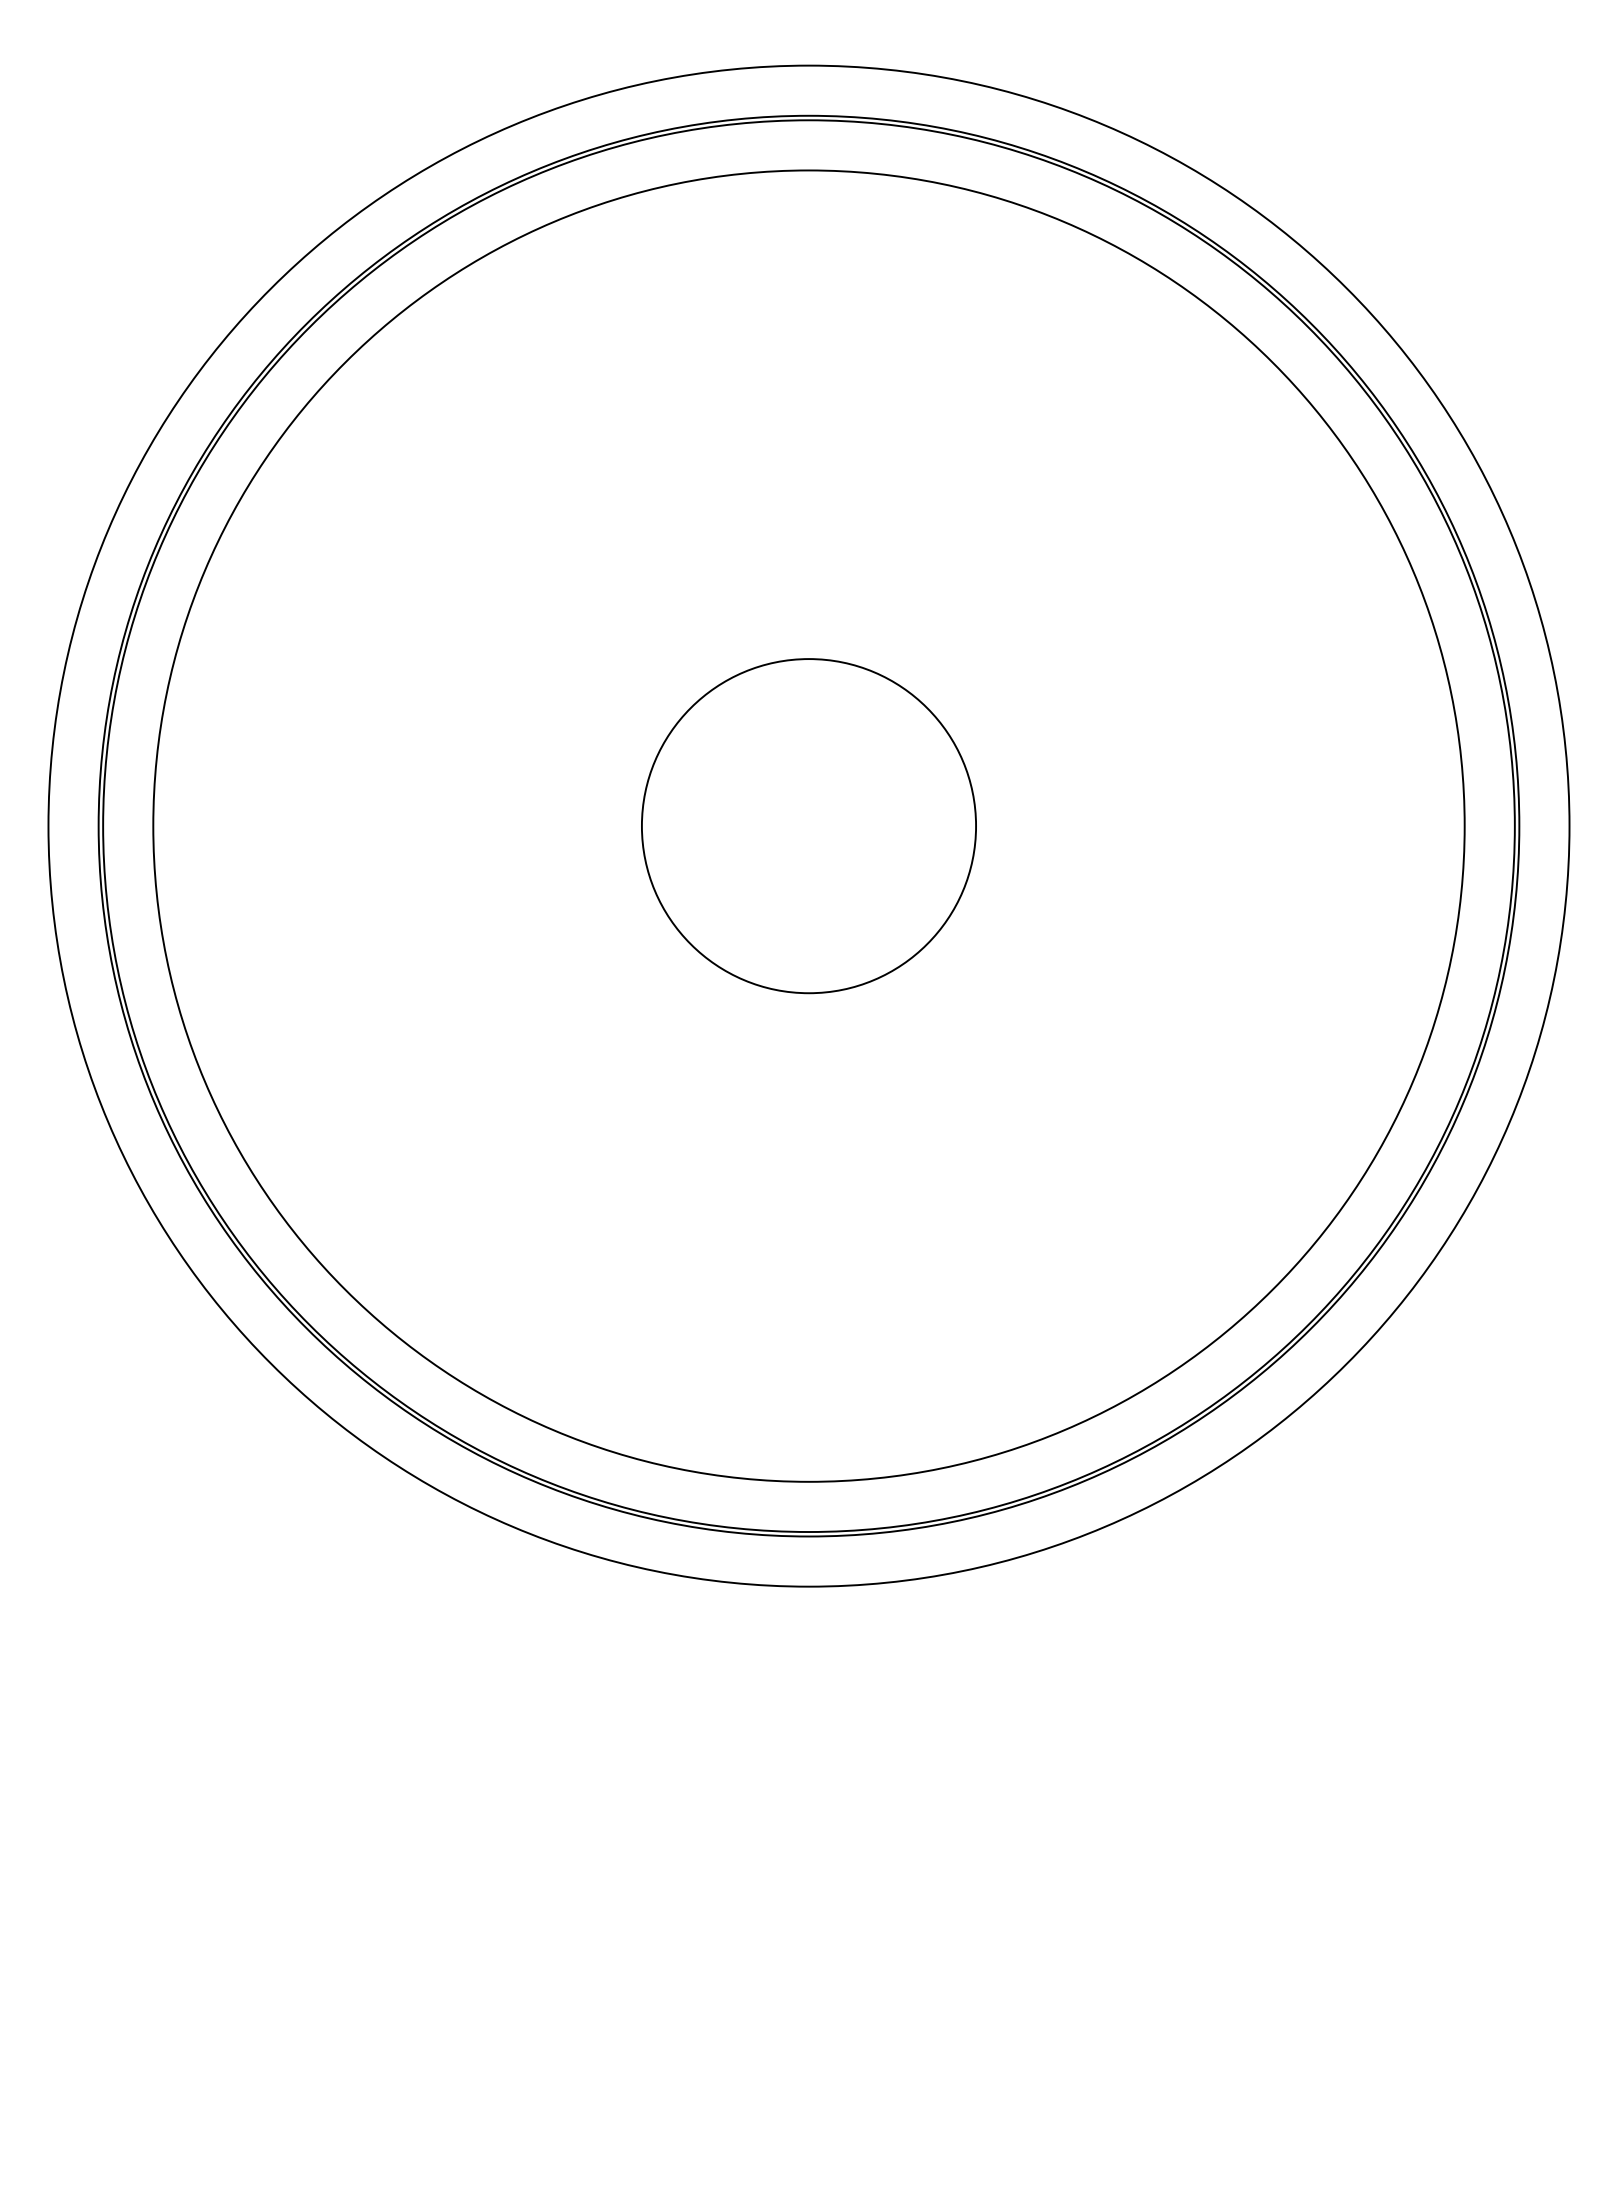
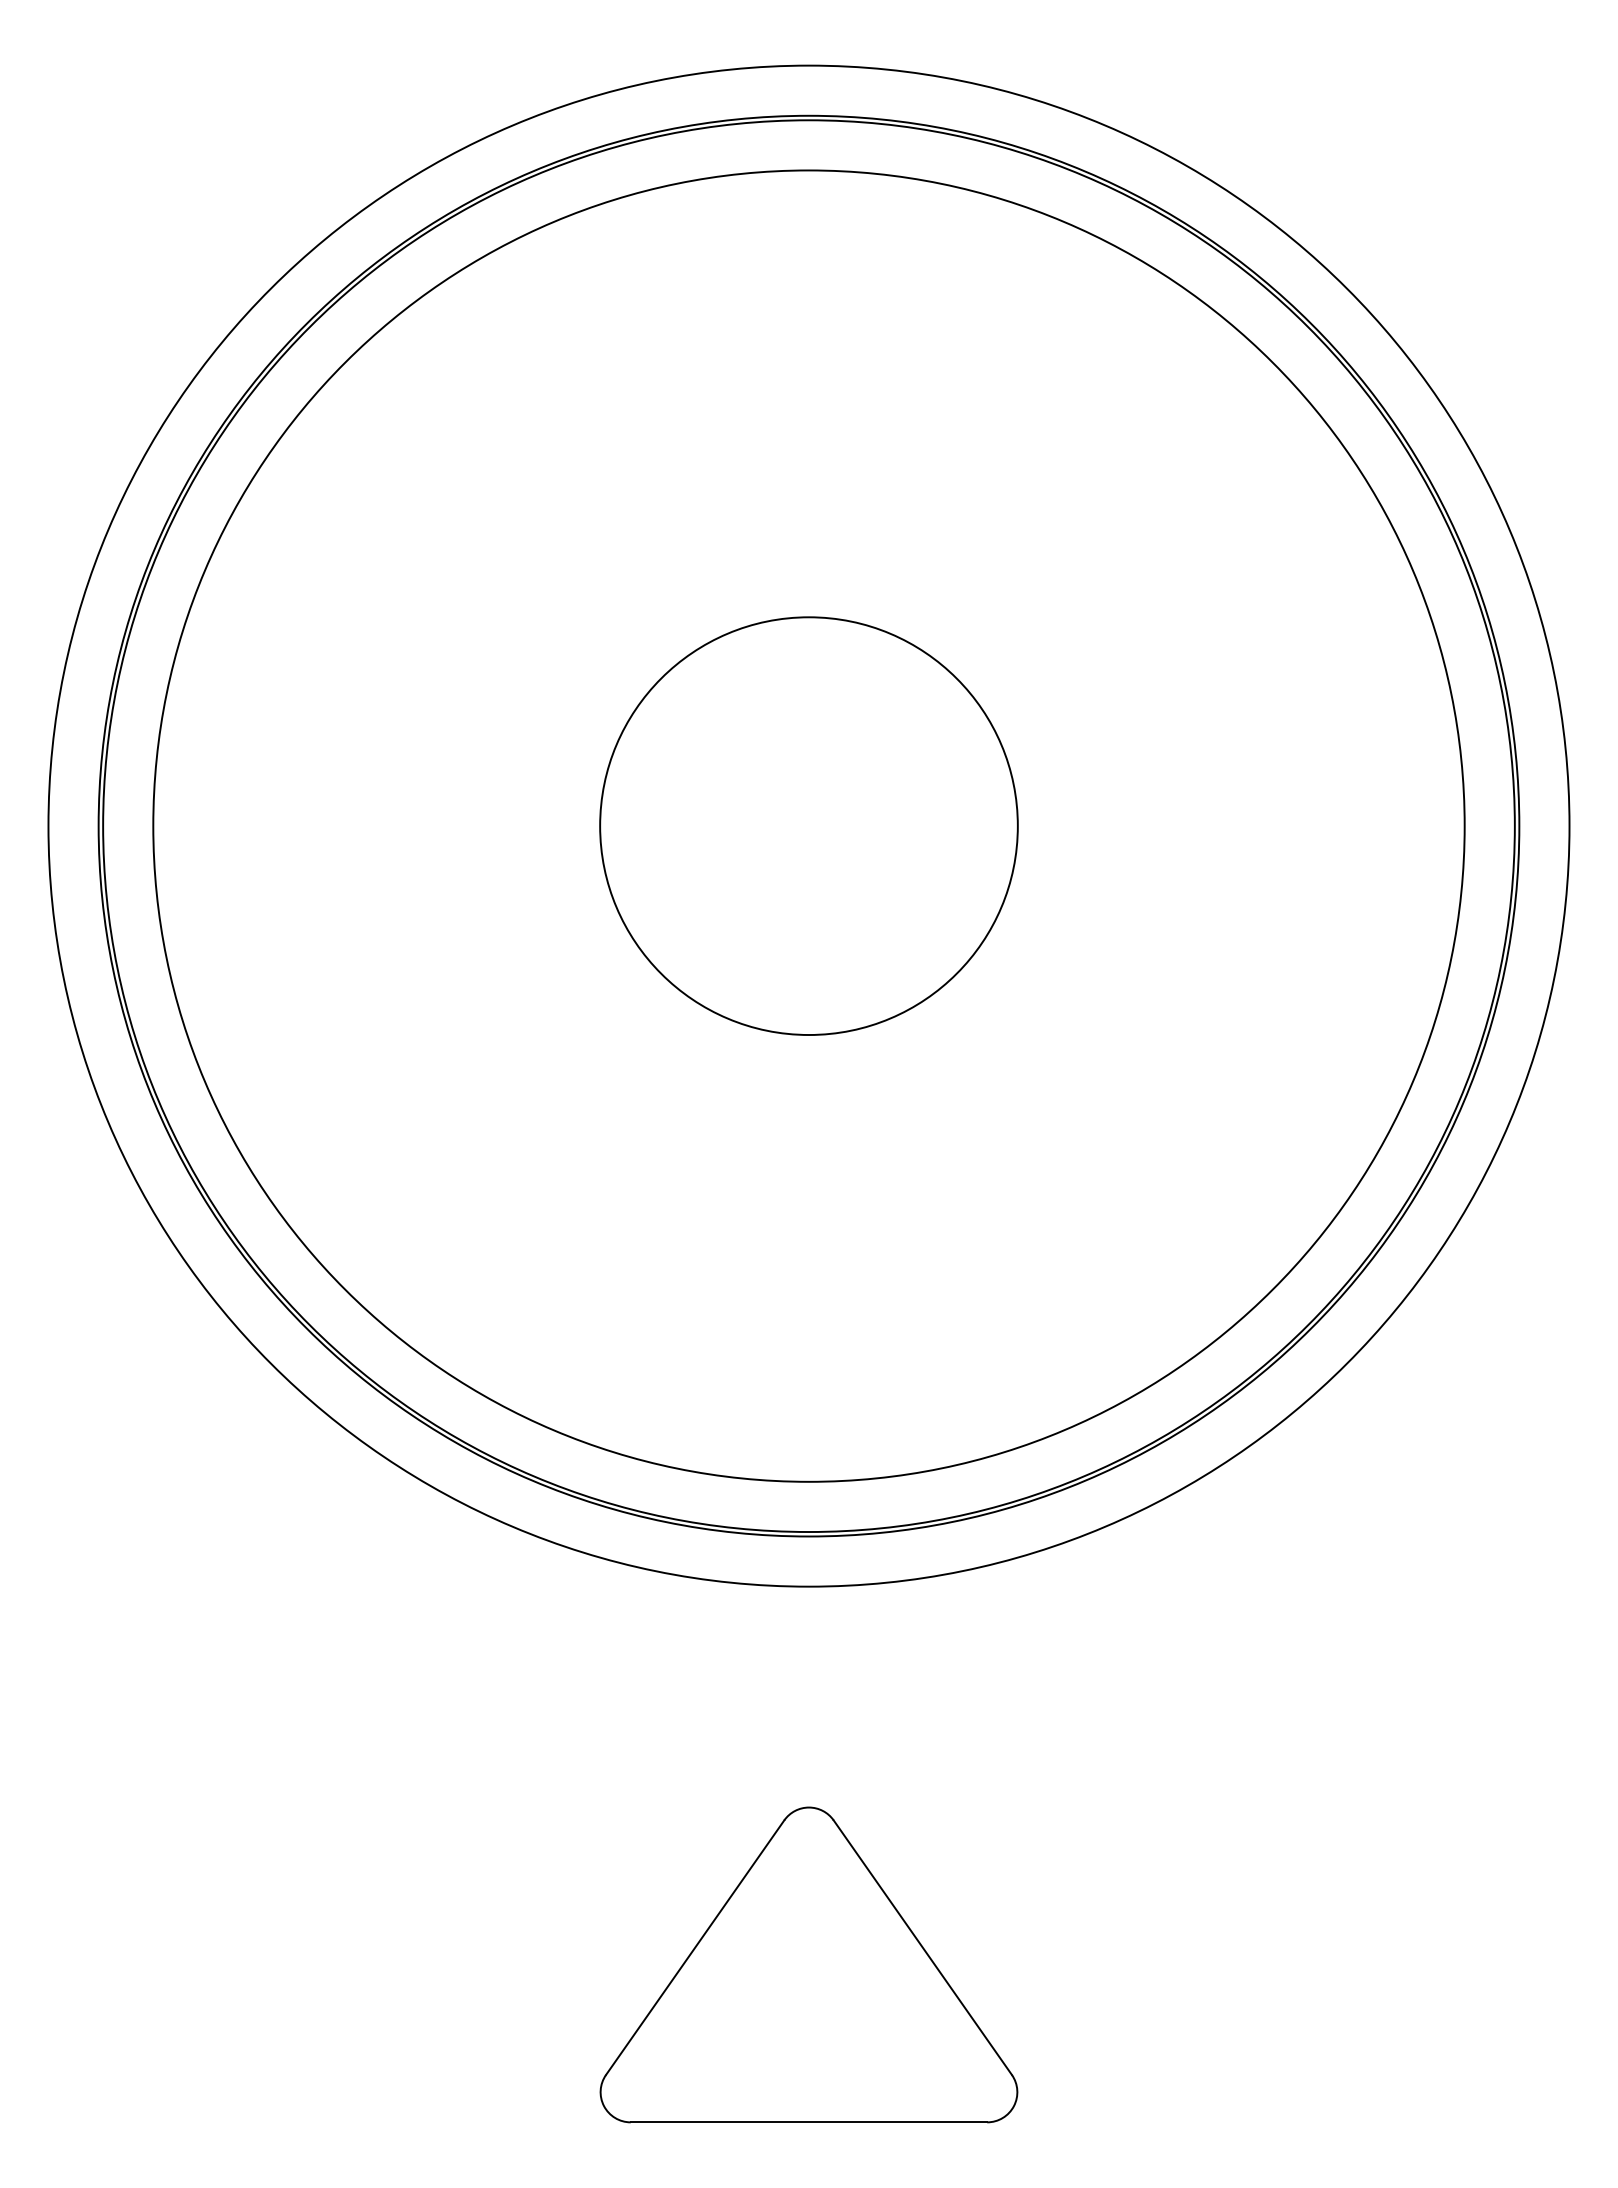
circle at (808, 826) diameter: 334 px -> 418 px
part at (808, 1964): none -> present
